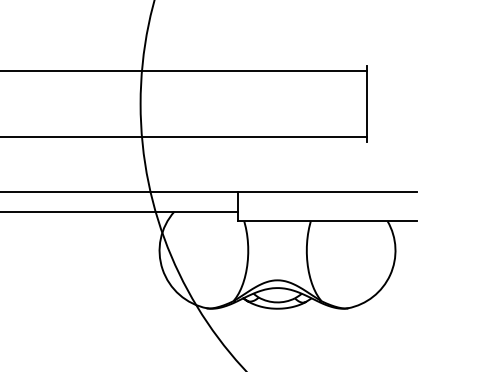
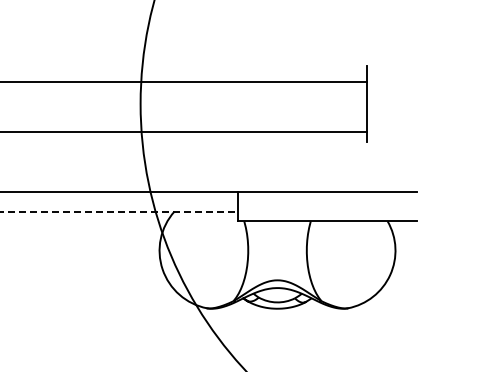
line at (184, 71) position: (184, 71) -> (184, 82)
line at (184, 136) position: (184, 136) -> (184, 131)
line at (119, 211): solid -> dashed
